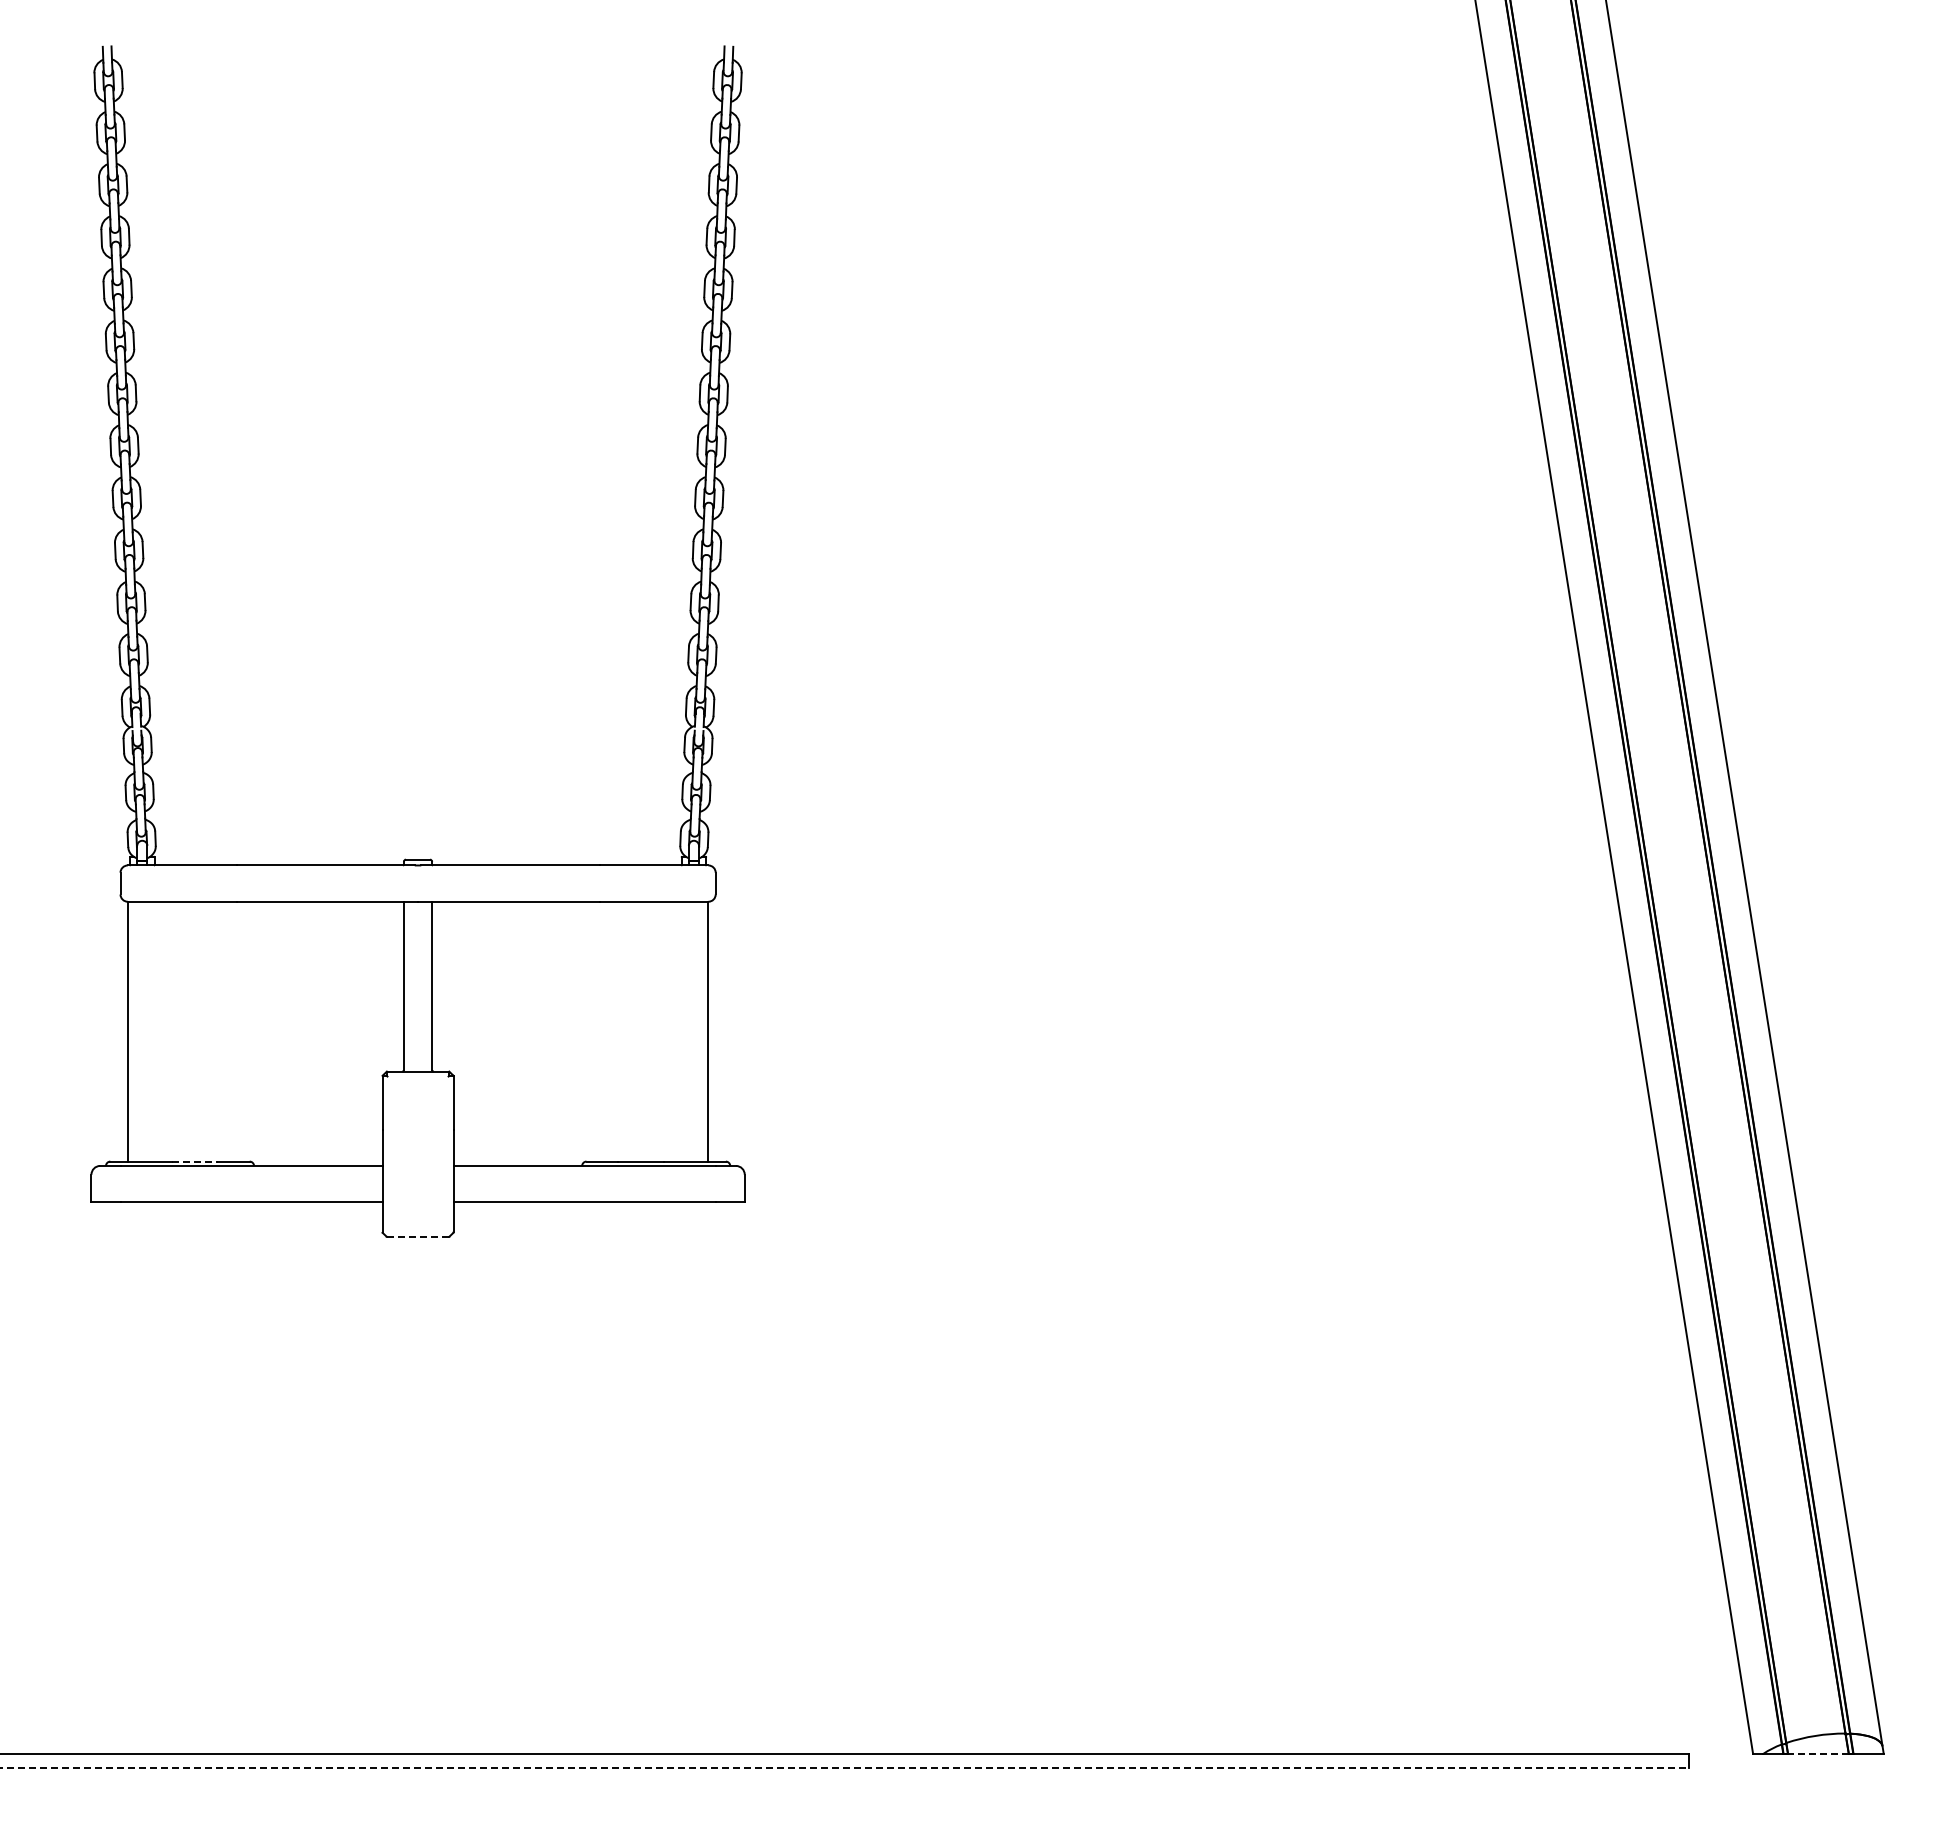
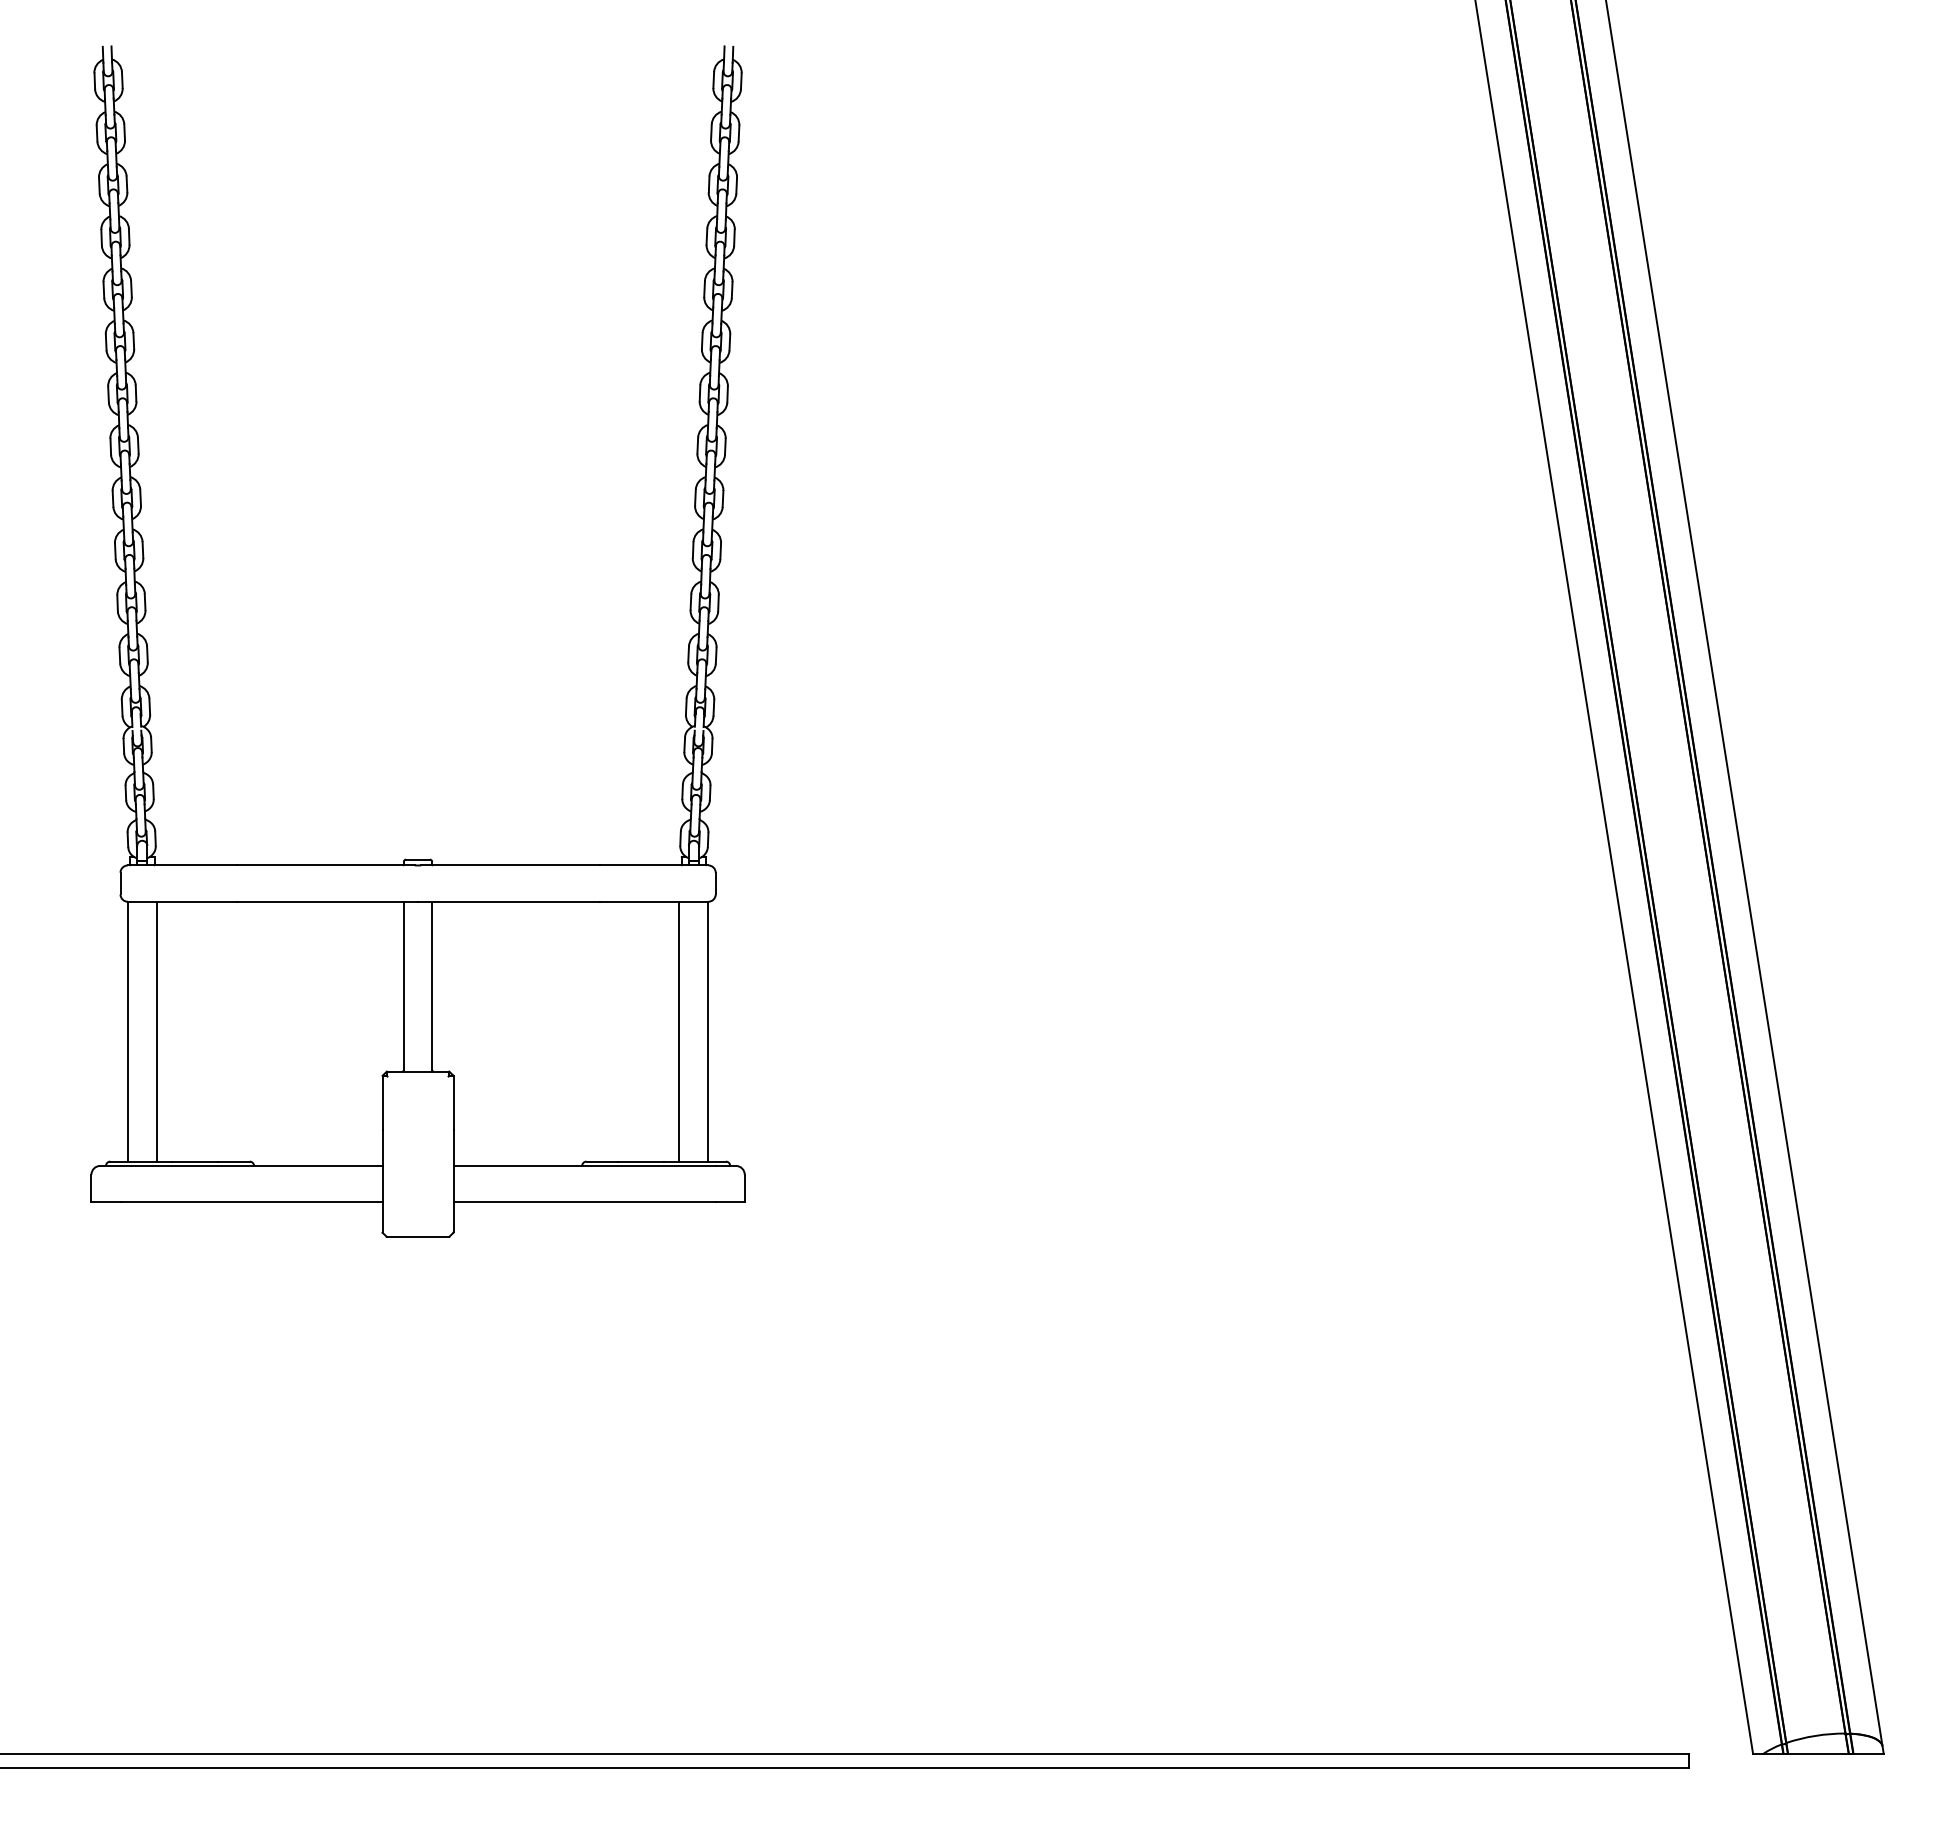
line at (156, 1031): none -> present
line at (679, 1031): none -> present
line at (195, 1161): dashed -> solid
line at (418, 1236): dashed -> solid
line at (1817, 1753): dashed -> solid
line at (844, 1768): dashed -> solid
